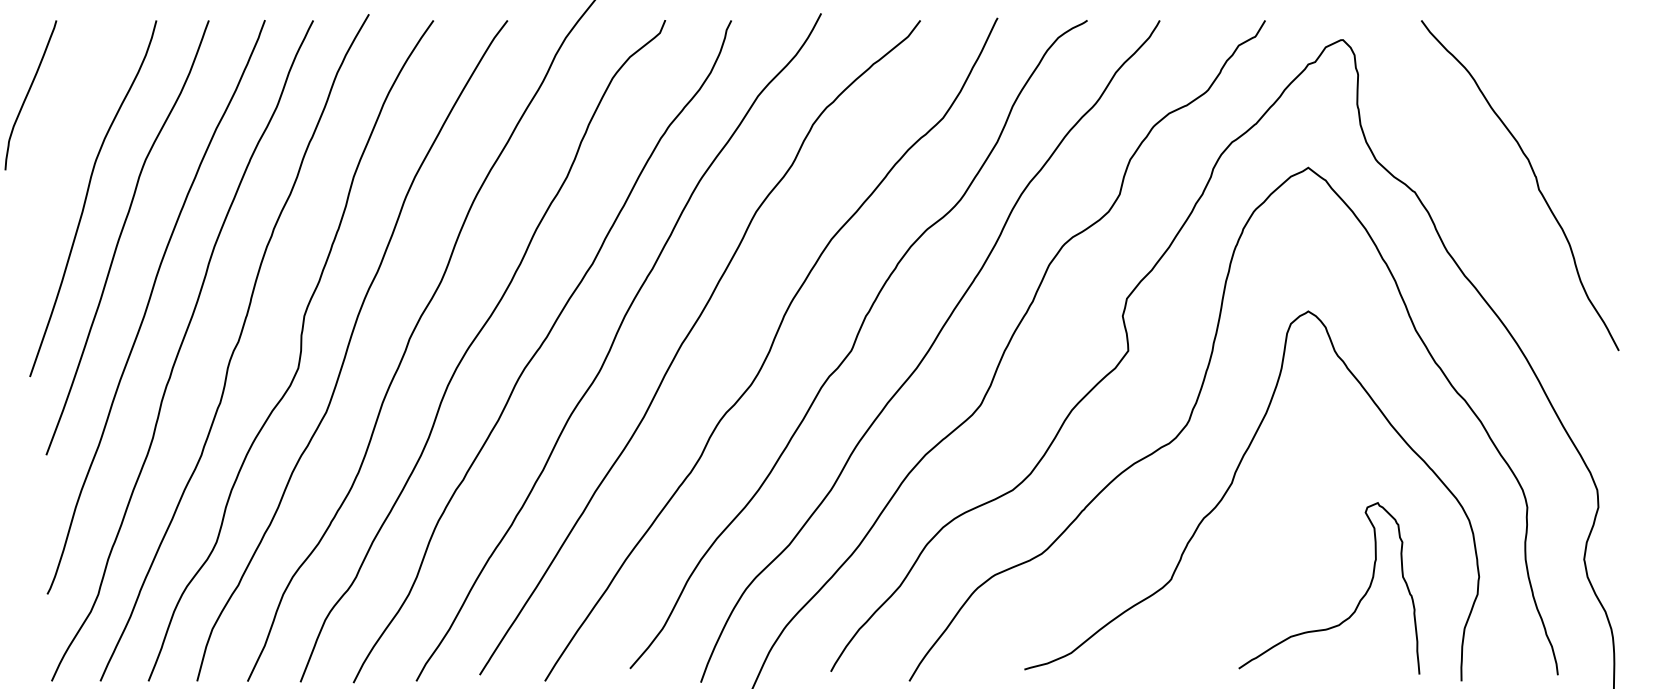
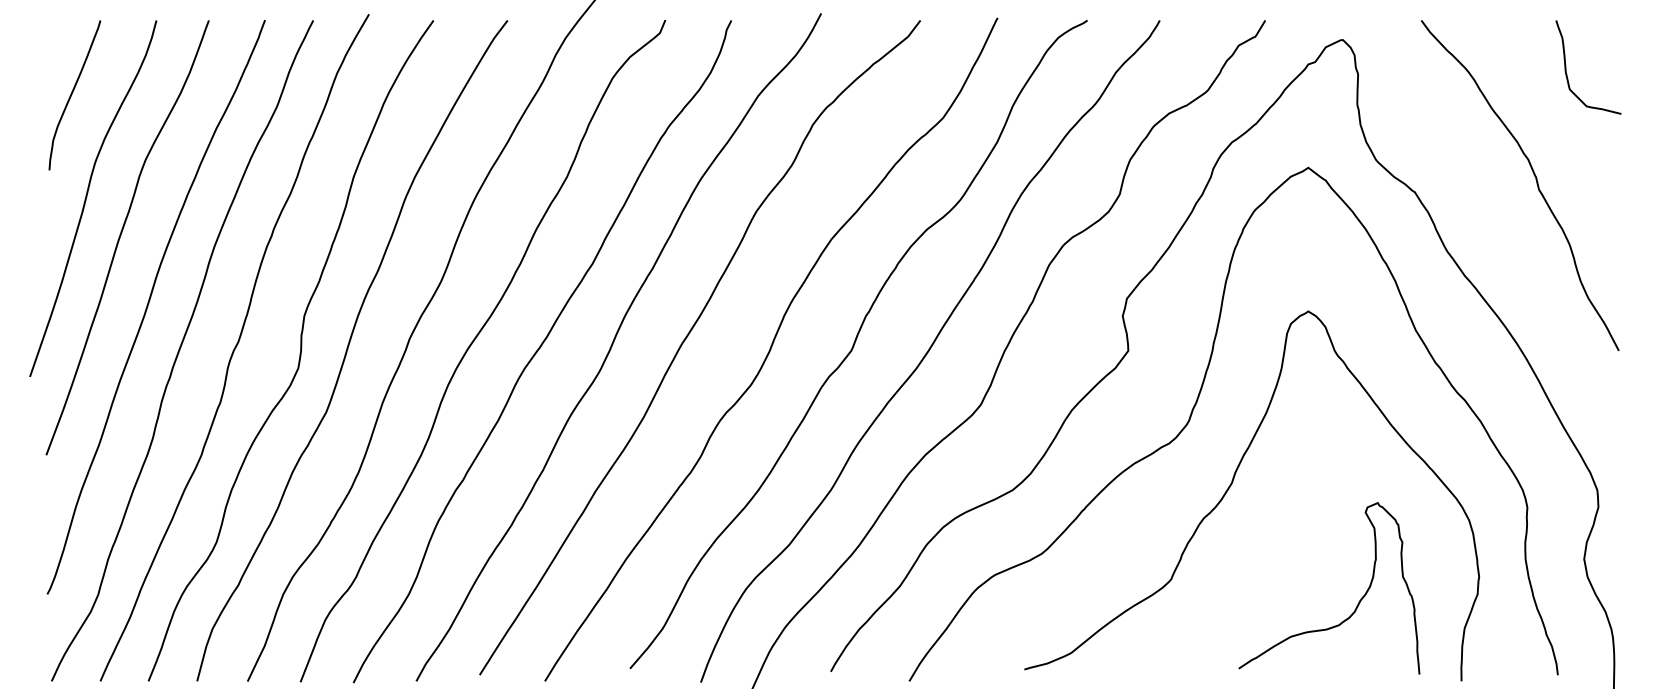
curve at (1566, 67): none -> present
curve at (28, 94) position: (28, 94) -> (72, 94)
